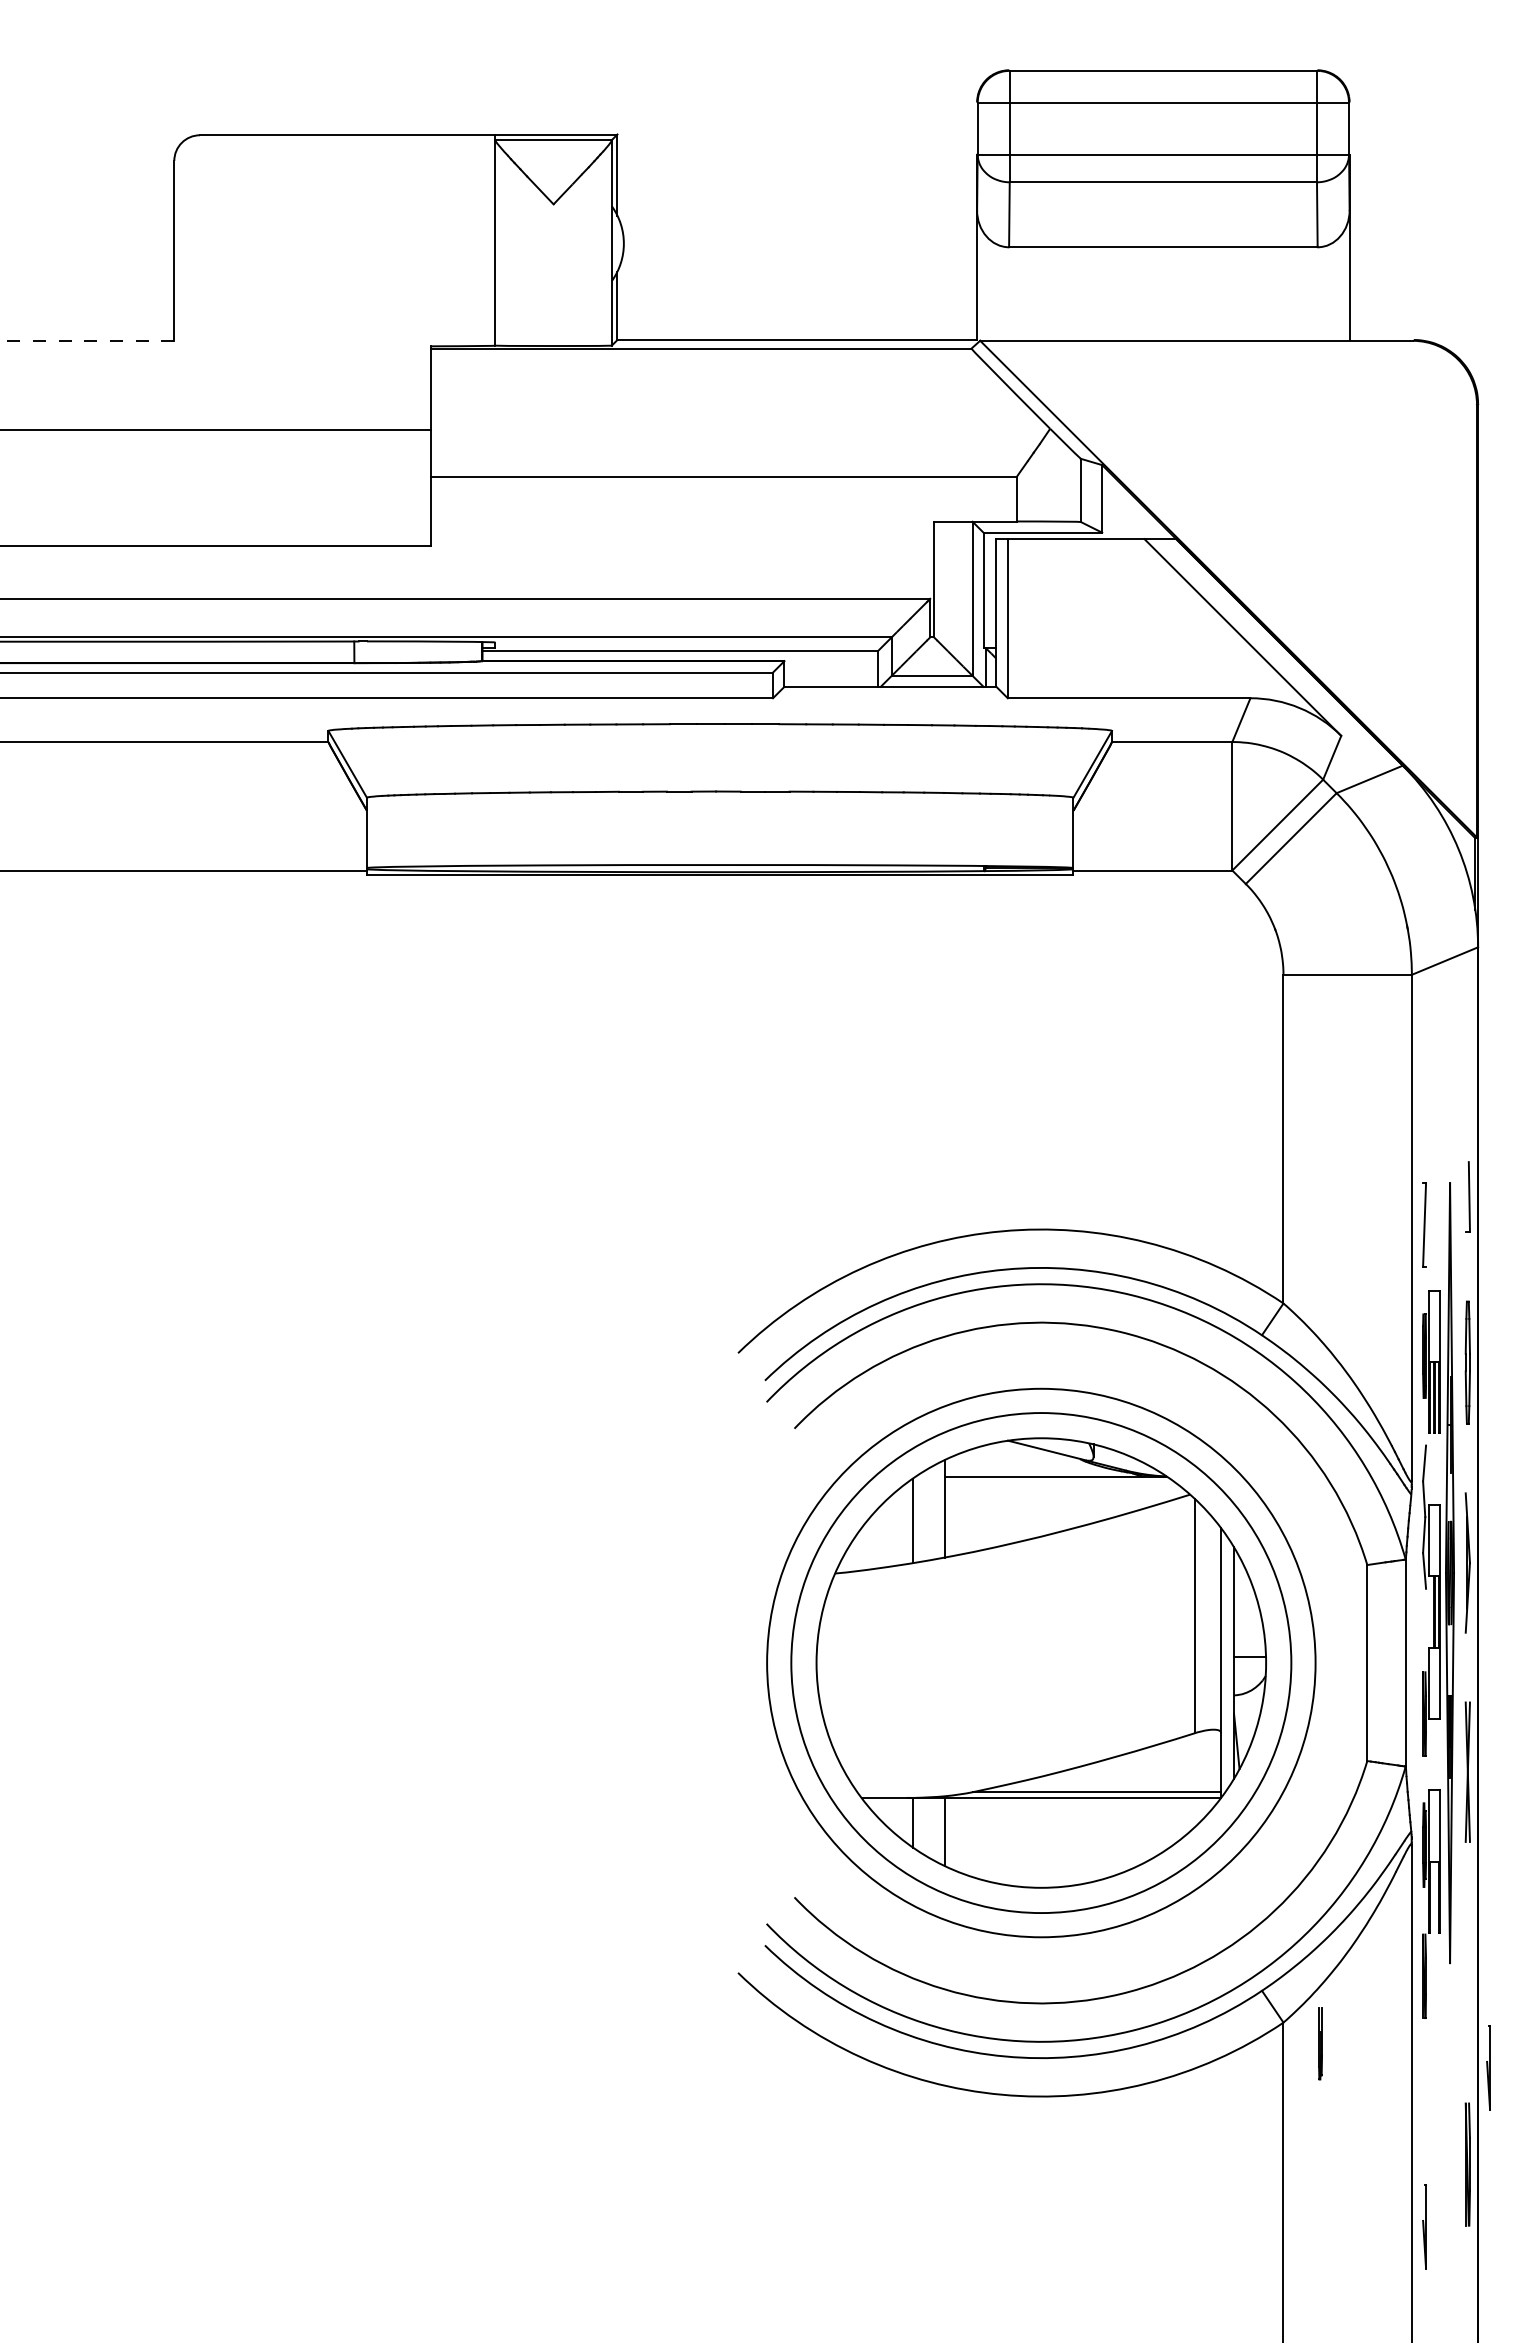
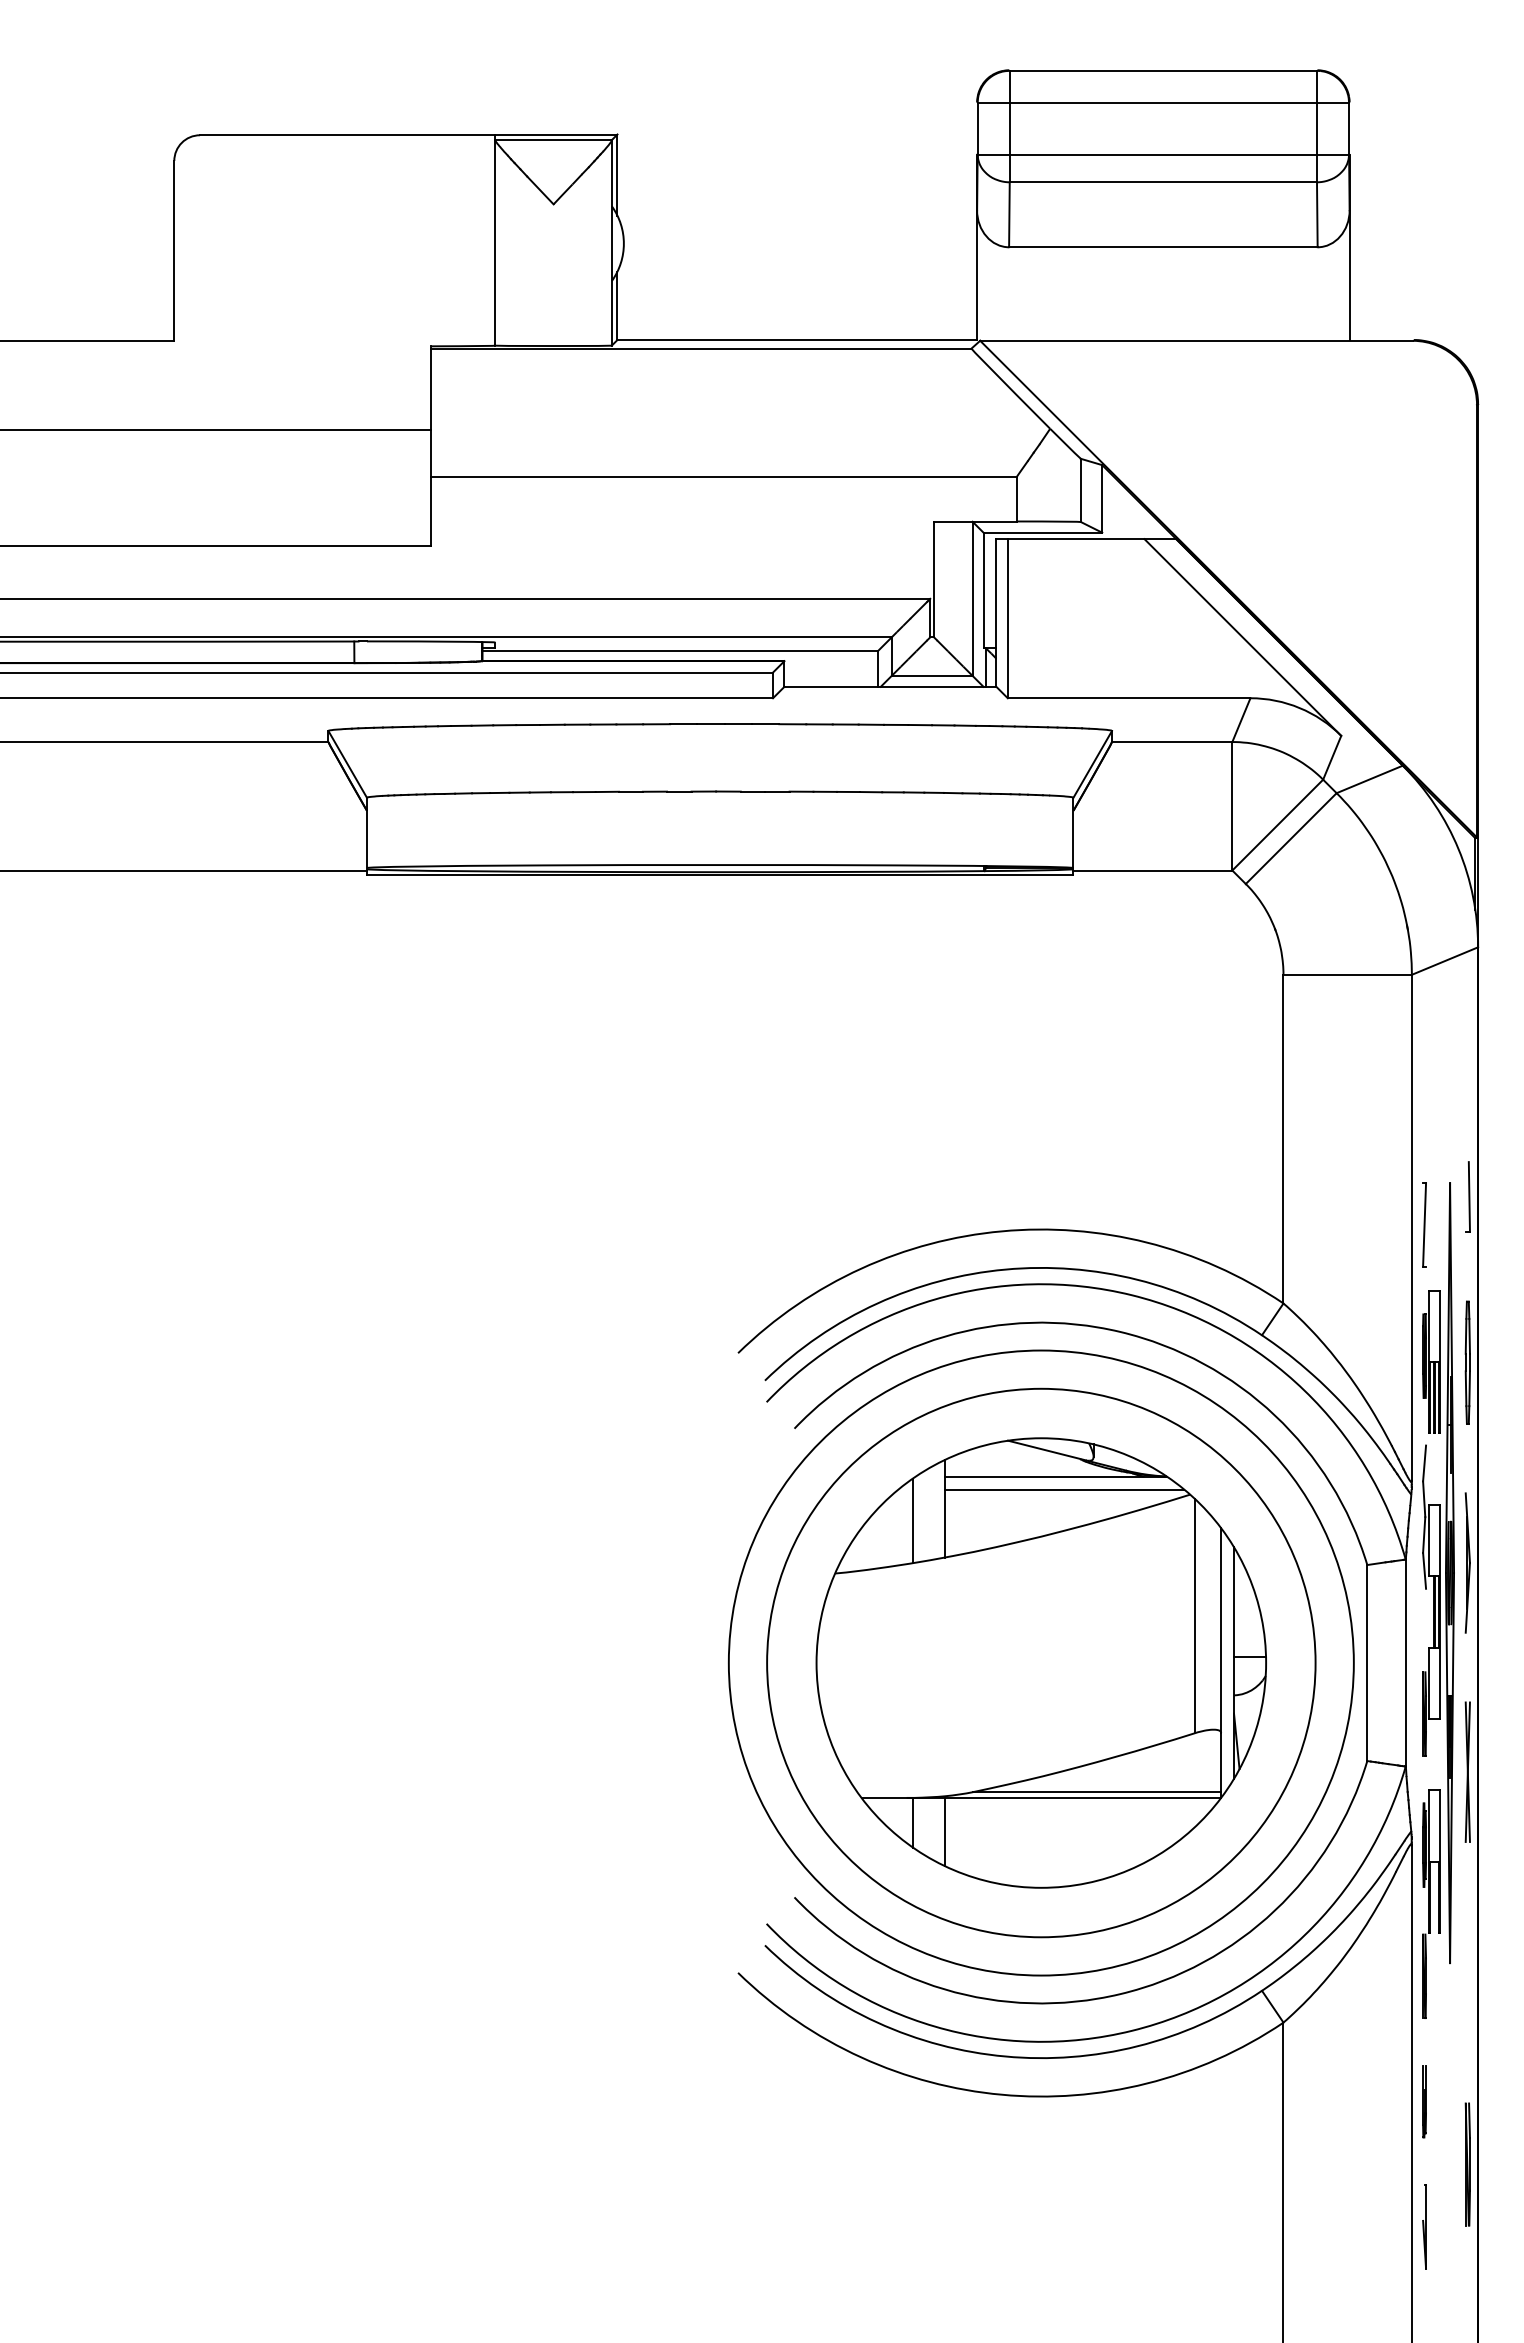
line at (87, 340): dashed -> solid
line at (1064, 1489): none -> present
circle at (1041, 1663) diameter: 500 px -> 625 px
line at (1320, 2043) position: (1320, 2043) -> (1424, 2101)
part at (1488, 2067): present -> none
